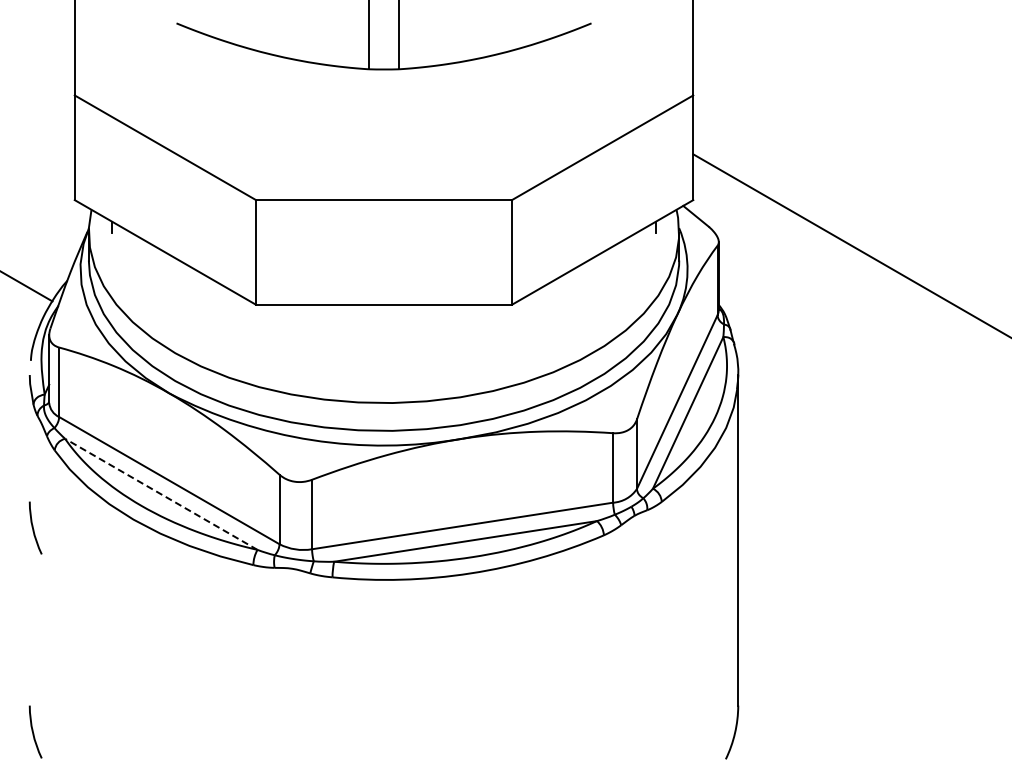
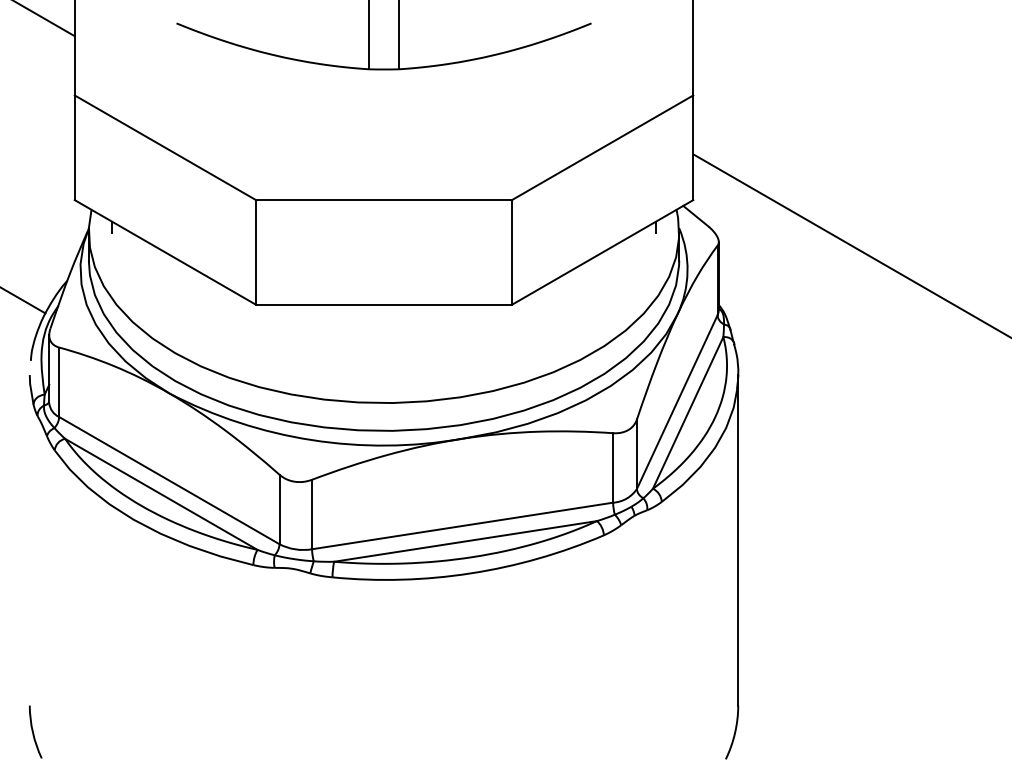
line at (44, 19): none -> present
line at (27, 286) position: (27, 286) -> (23, 300)
line at (160, 494): dashed -> solid
arc at (33, 527): present -> none
